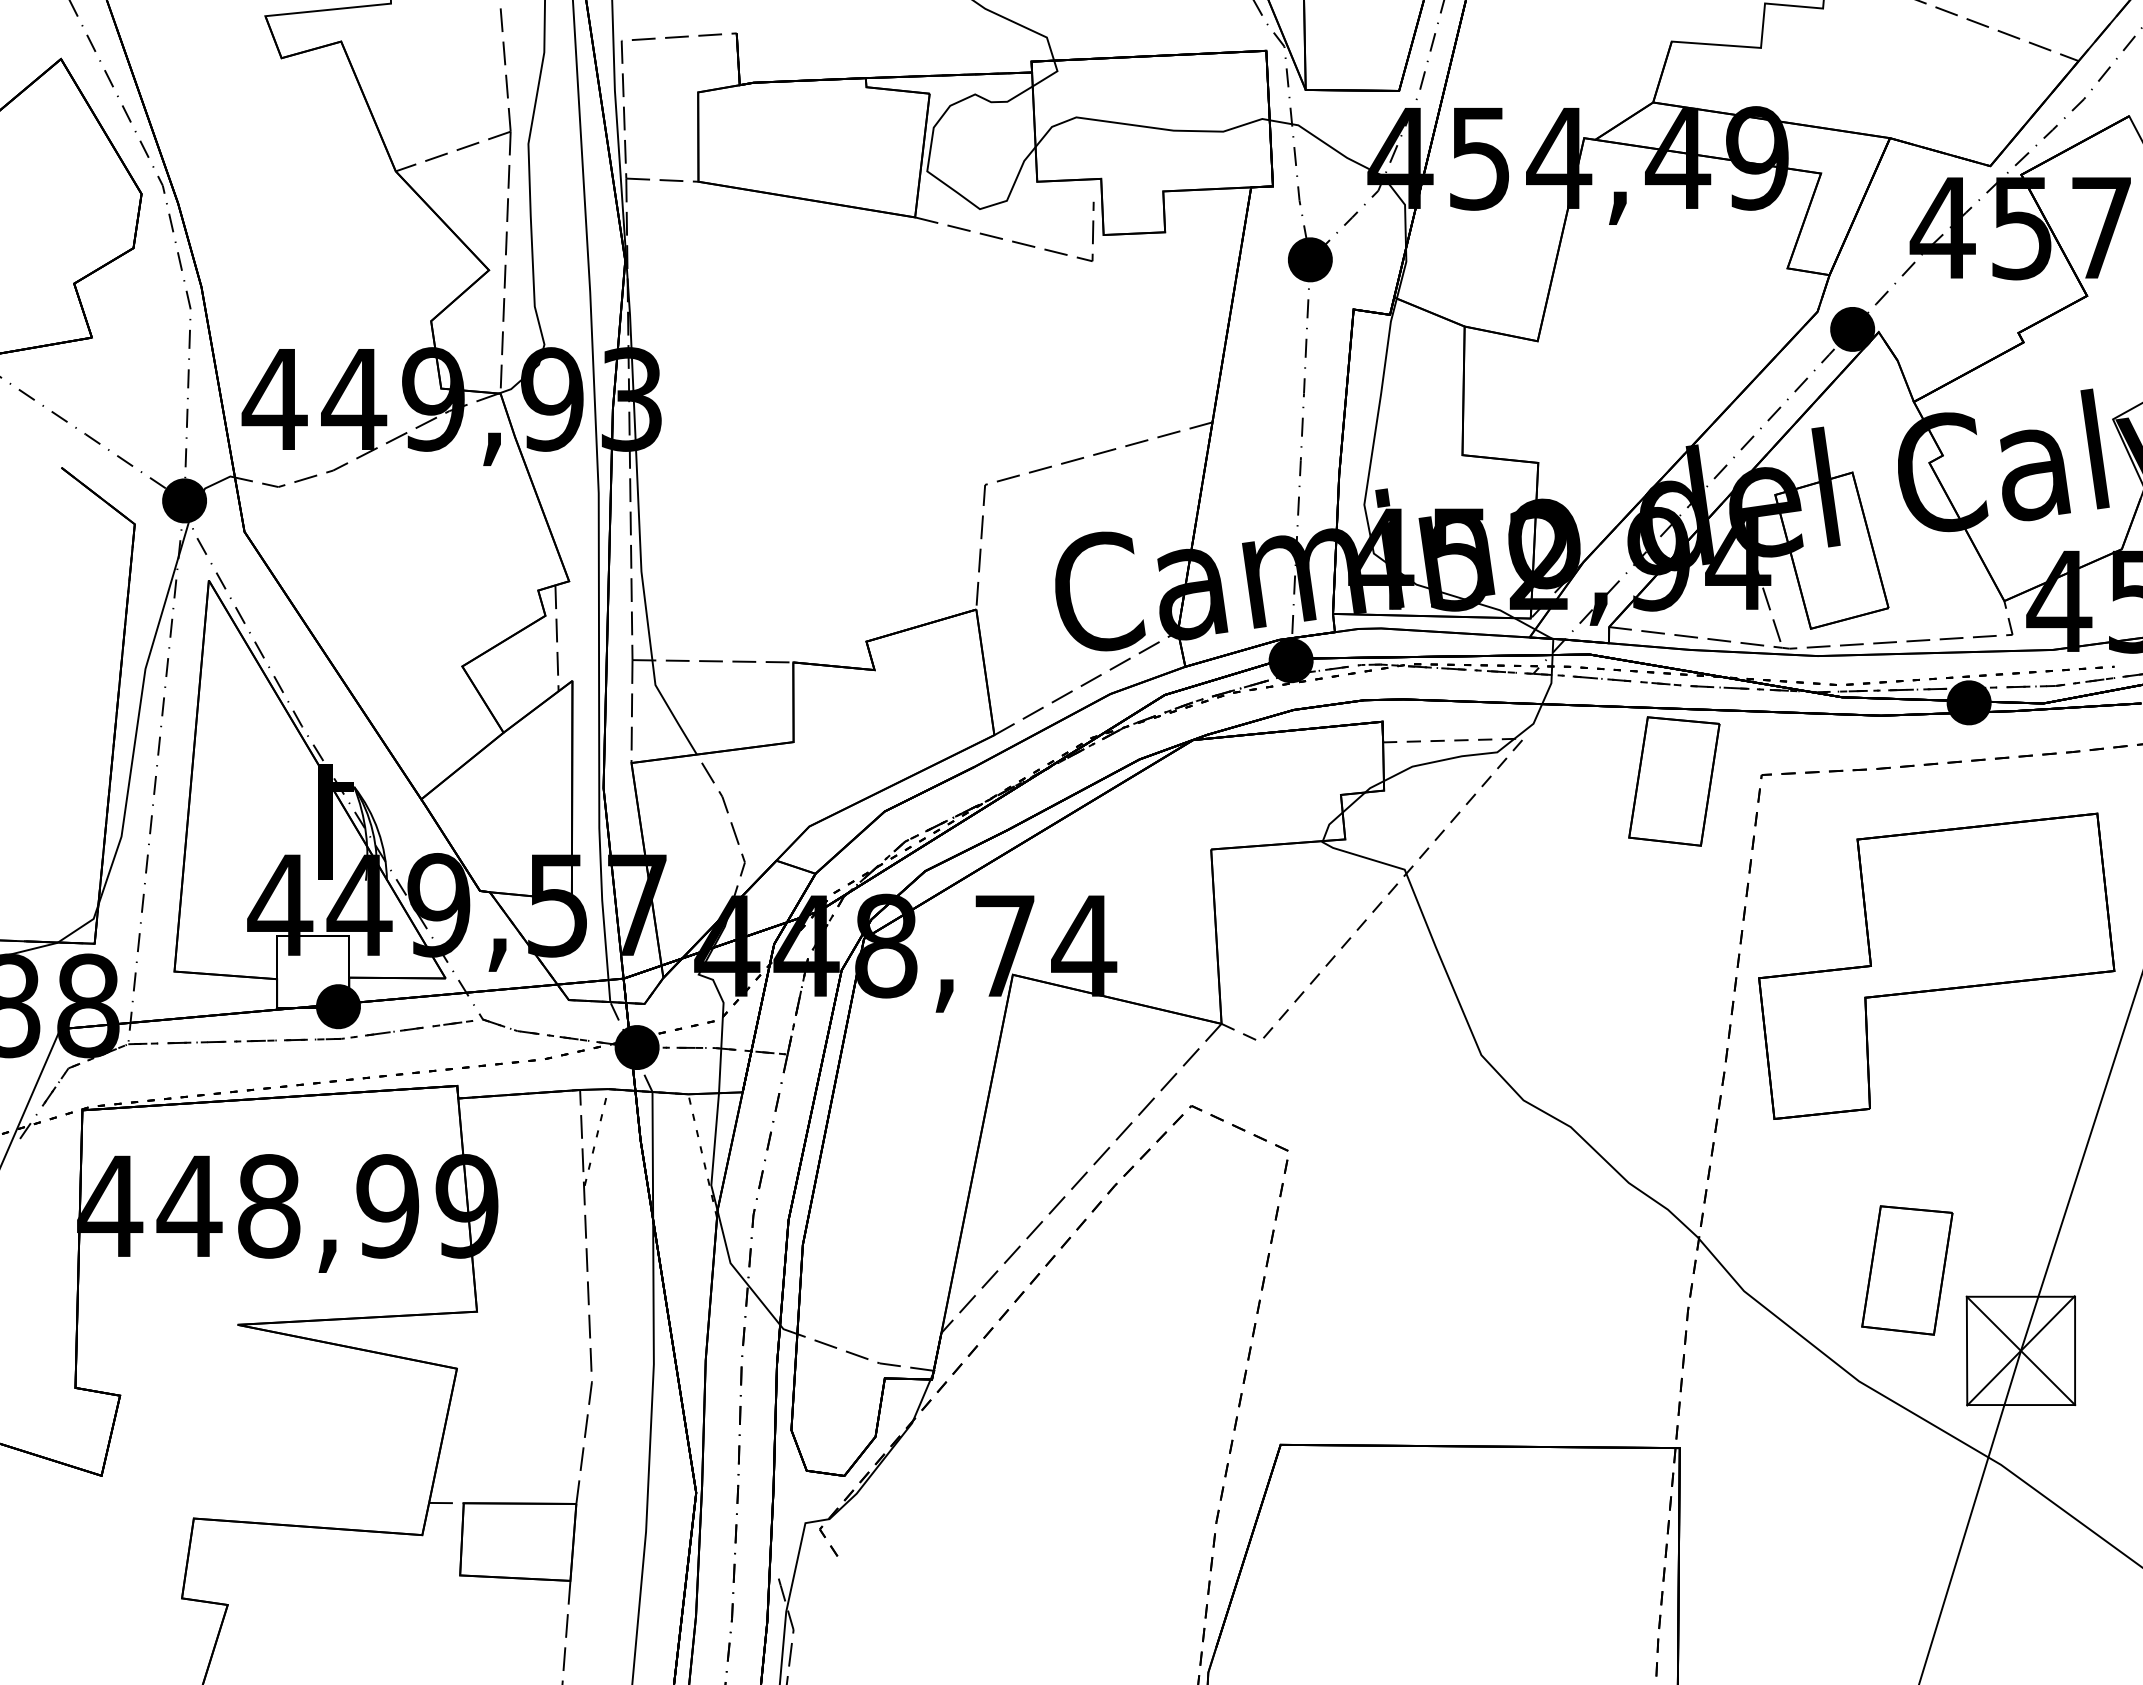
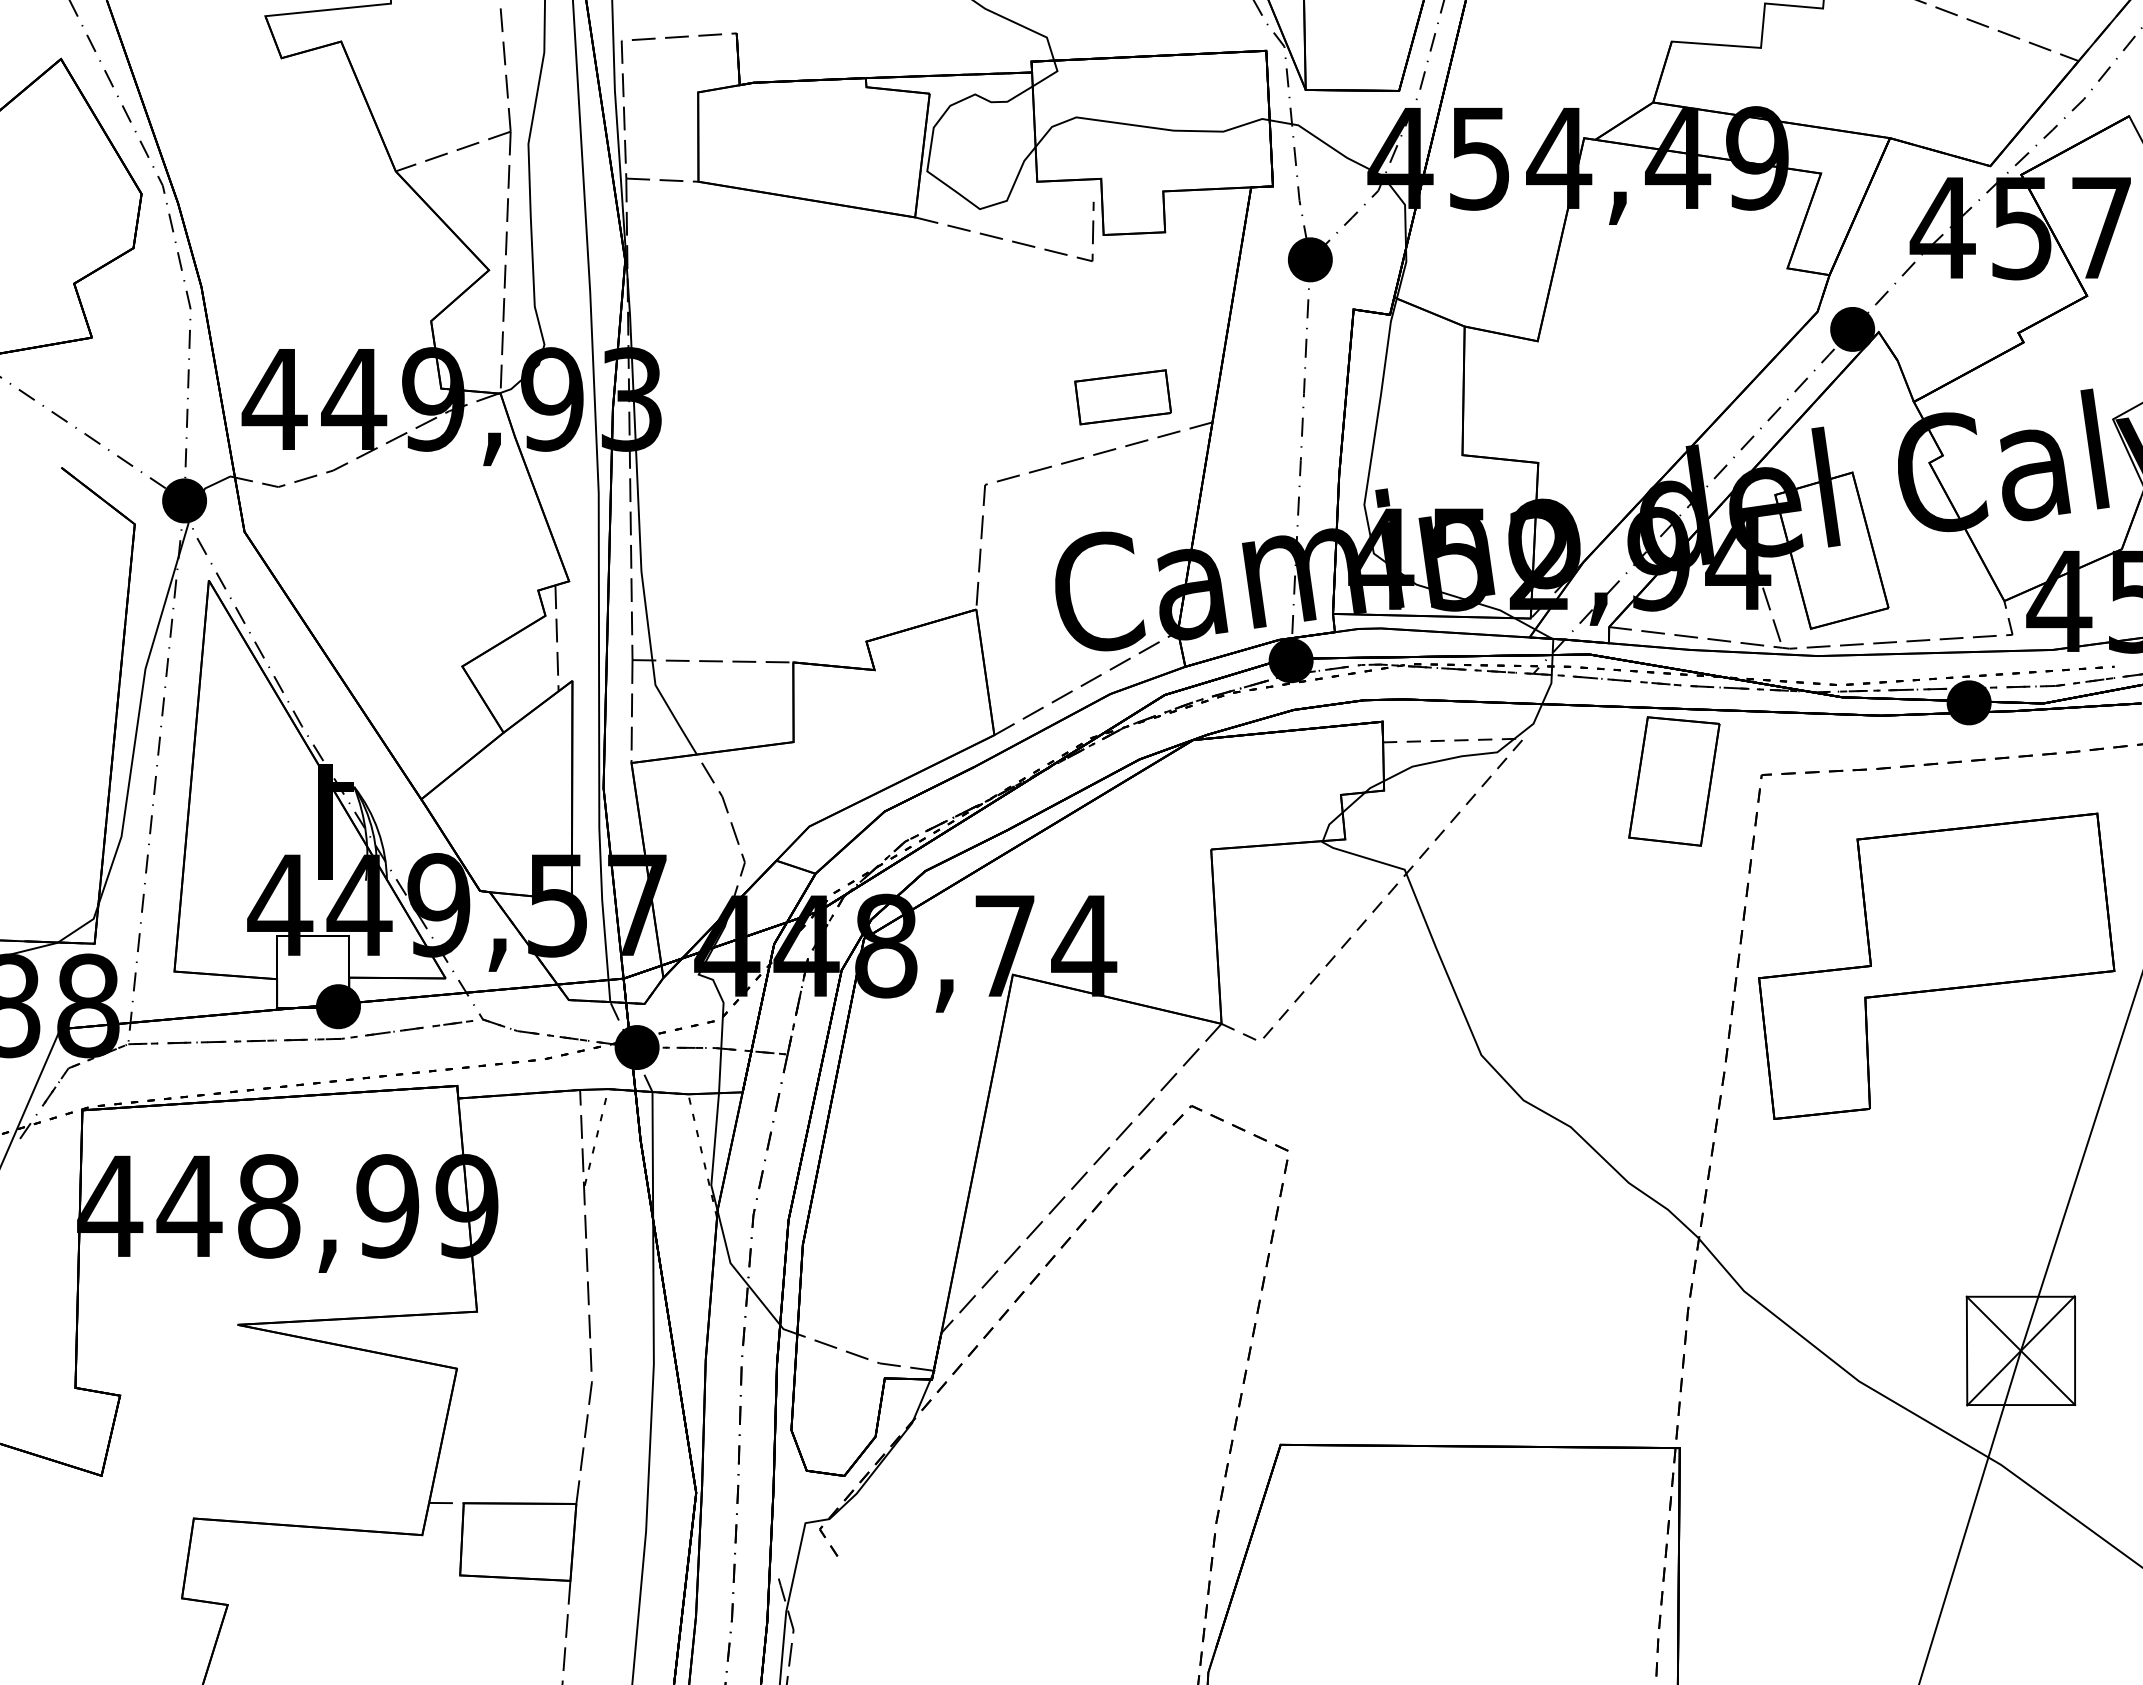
part at (1122, 397): none -> present
part at (1907, 1270): present -> none
